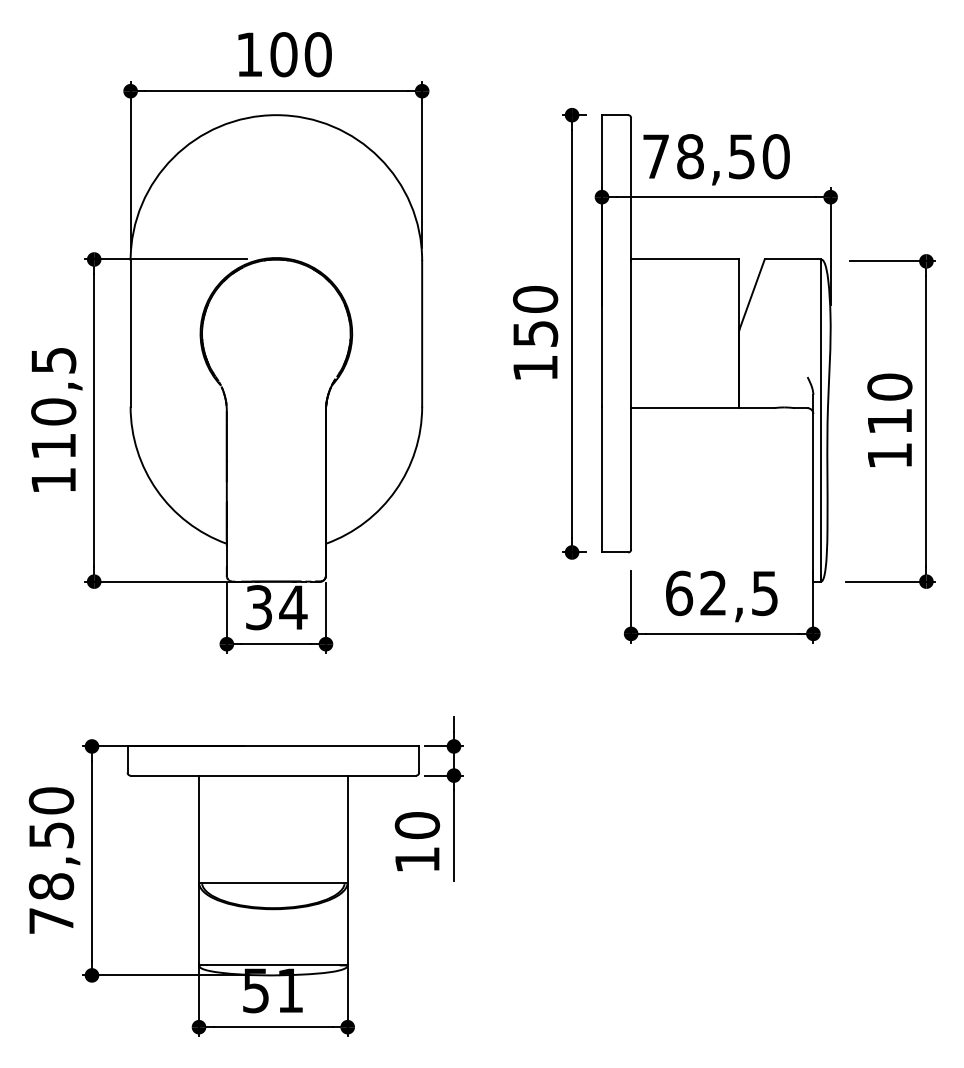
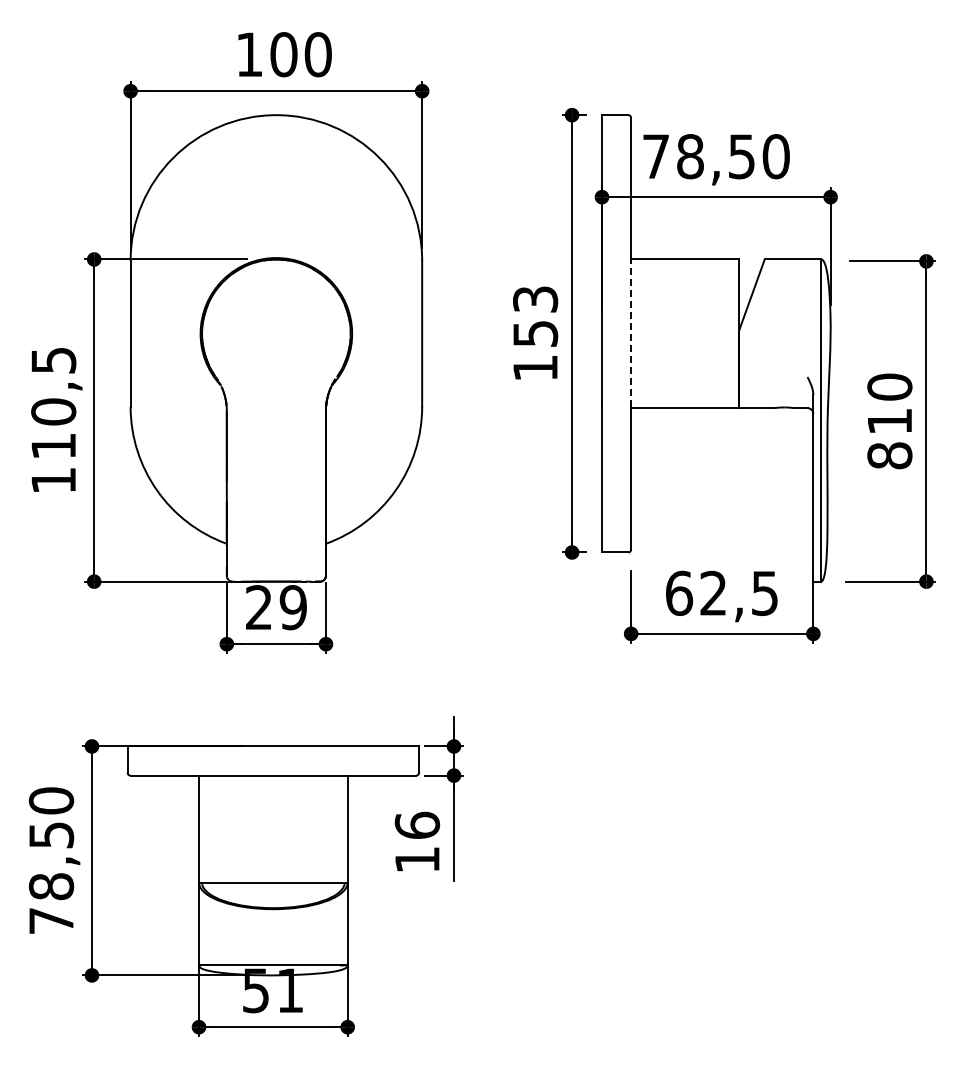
text at (535, 299): 150 -> 153
line at (631, 333): solid -> dashed
text at (889, 455): 110 -> 810
text at (276, 607): 34 -> 29
text at (416, 825): 10 -> 16
